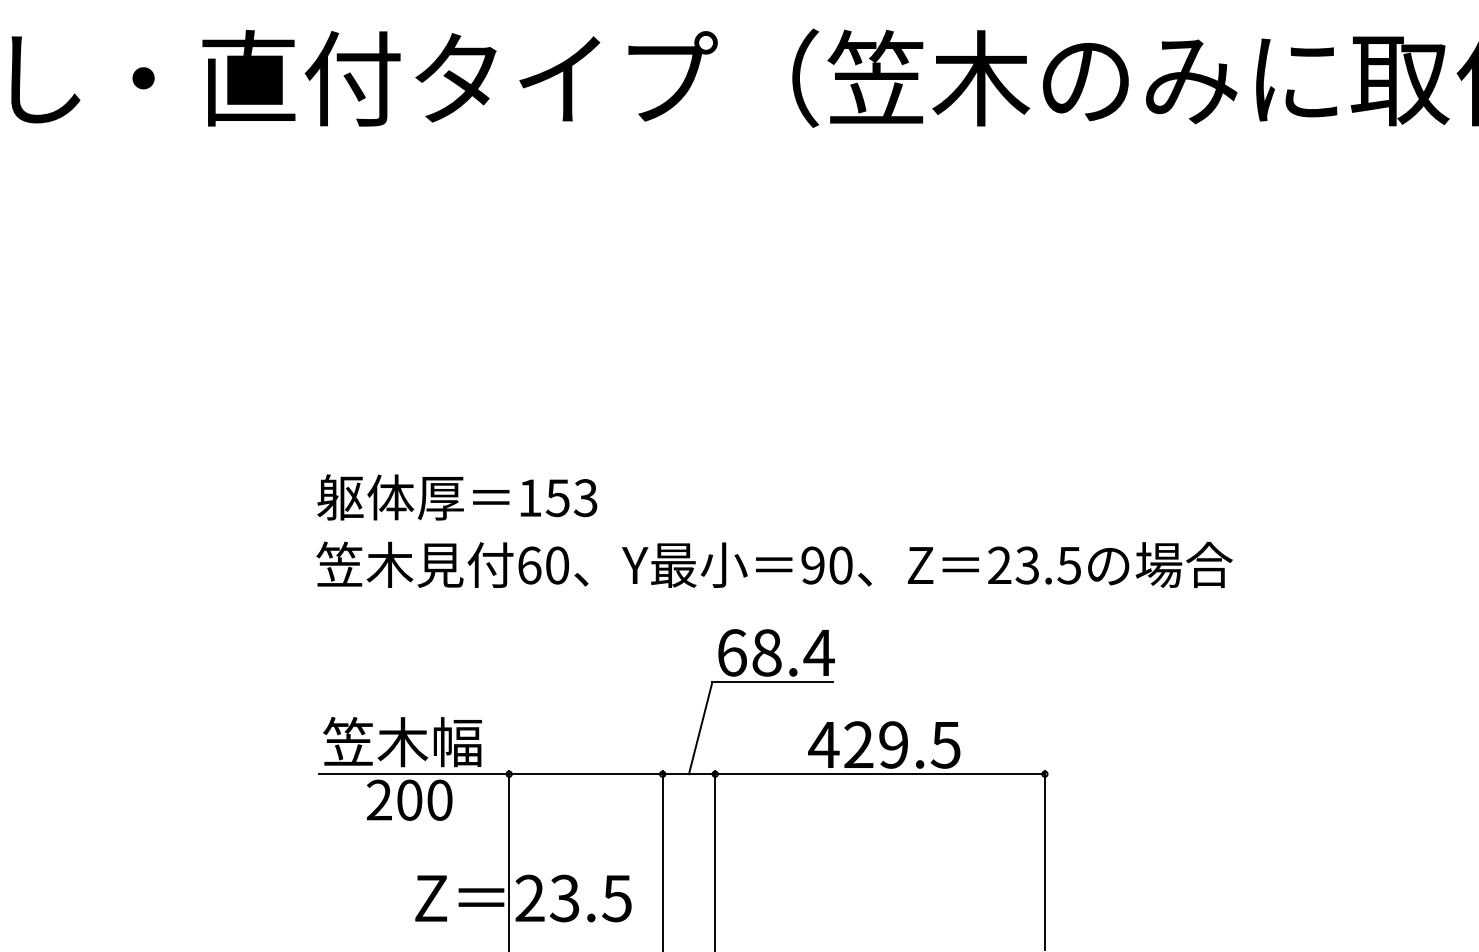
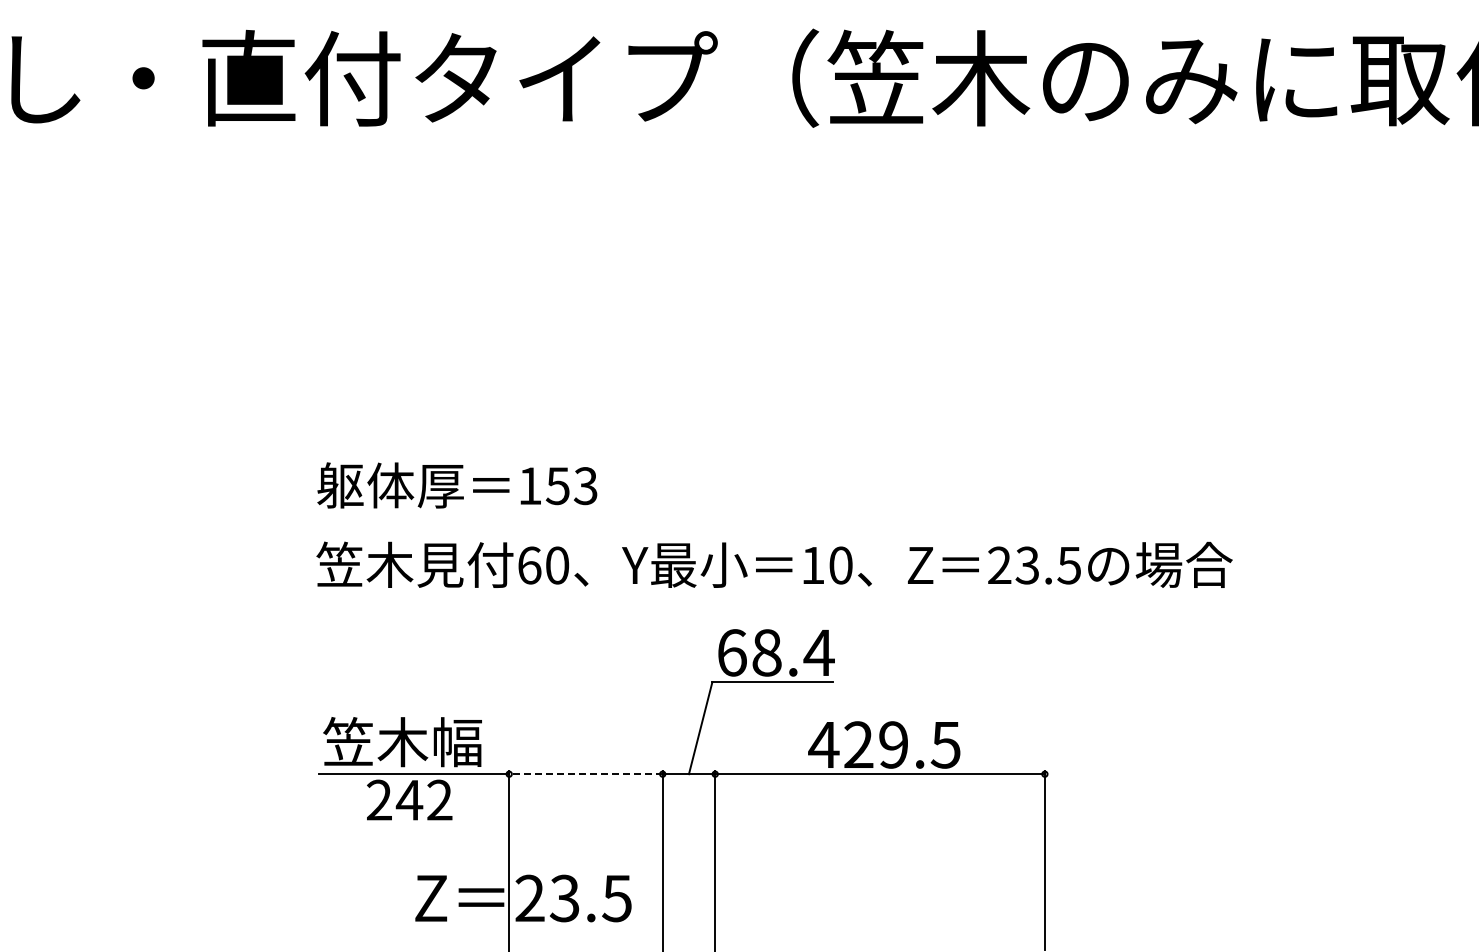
text at (457, 497) position: (457, 497) -> (457, 485)
text at (812, 565): 90 -> 10
line at (585, 774): solid -> dashed
text at (423, 799): 200 -> 242
